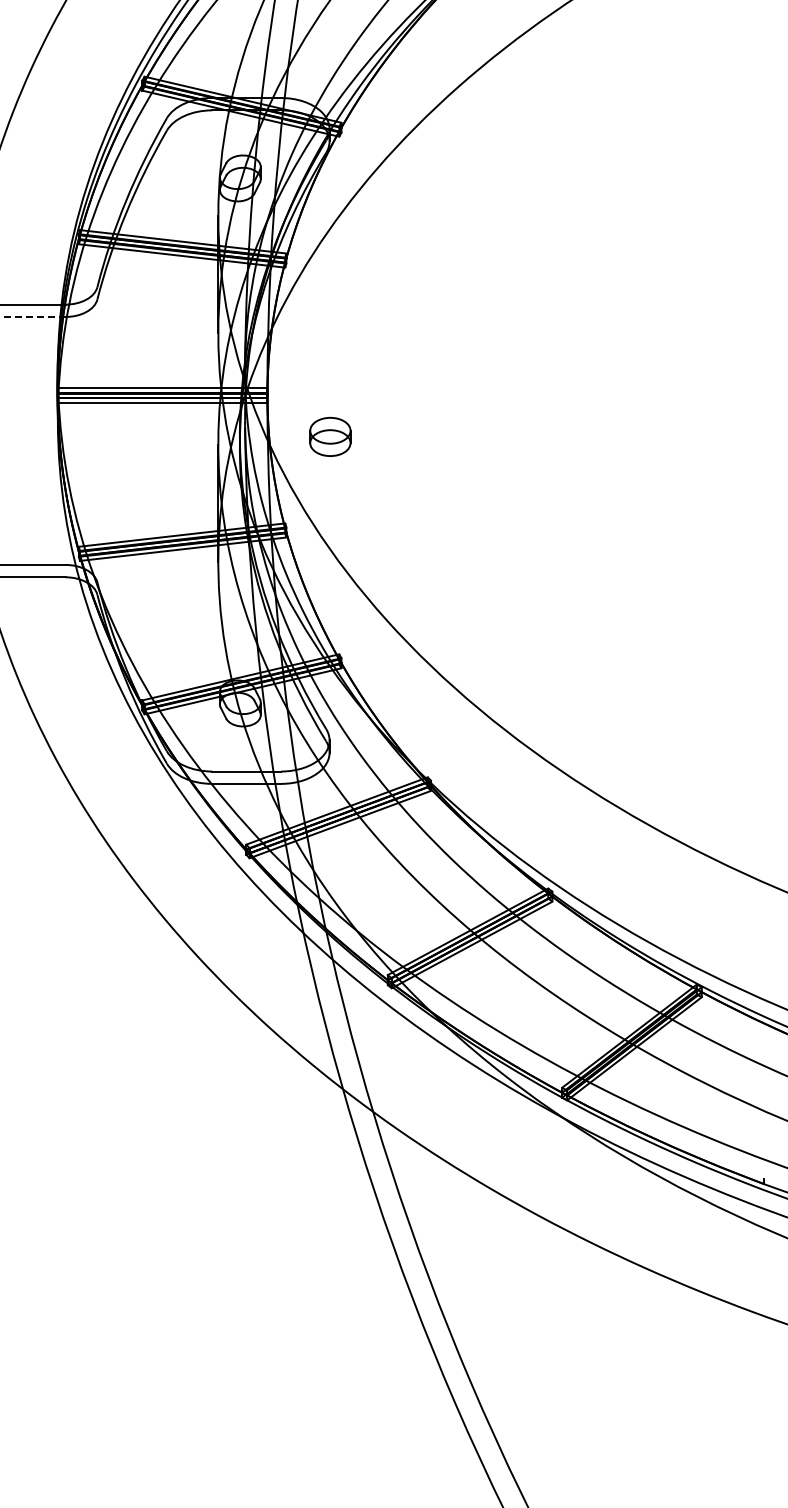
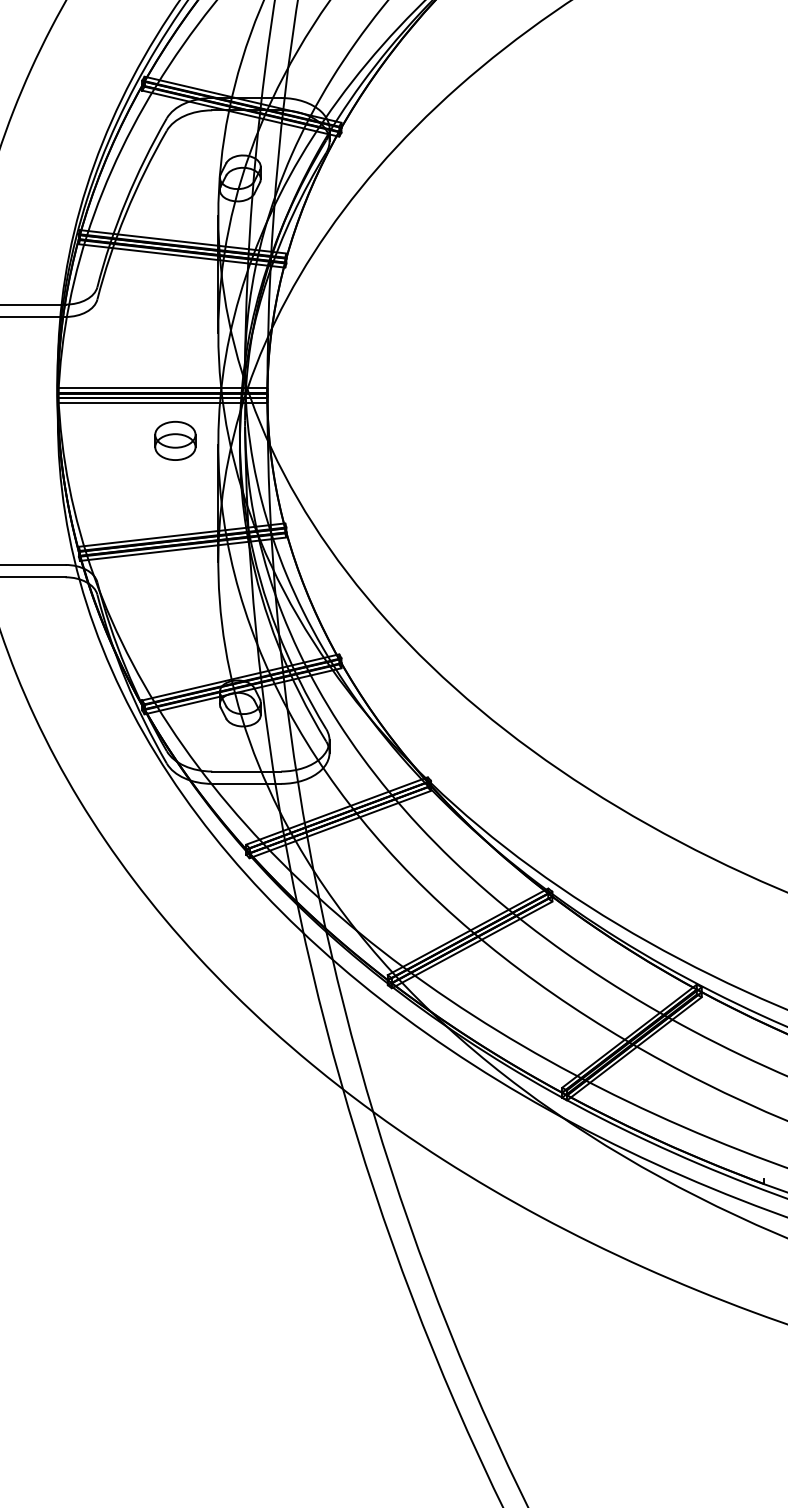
line at (33, 316): dashed -> solid
part at (330, 436) position: (330, 436) -> (175, 440)
